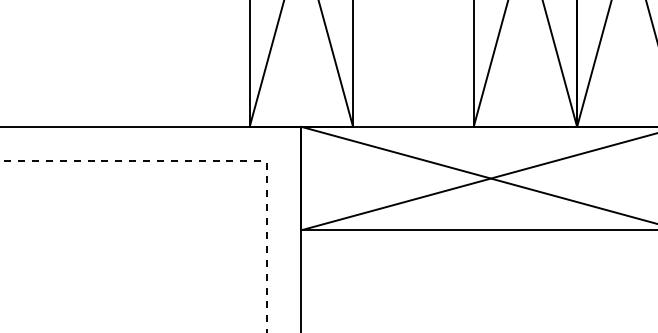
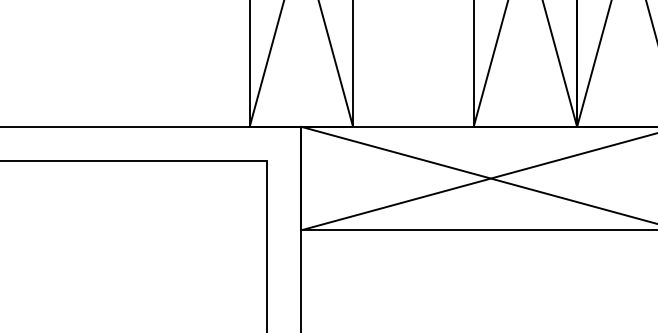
line at (218, 161): dashed -> solid
